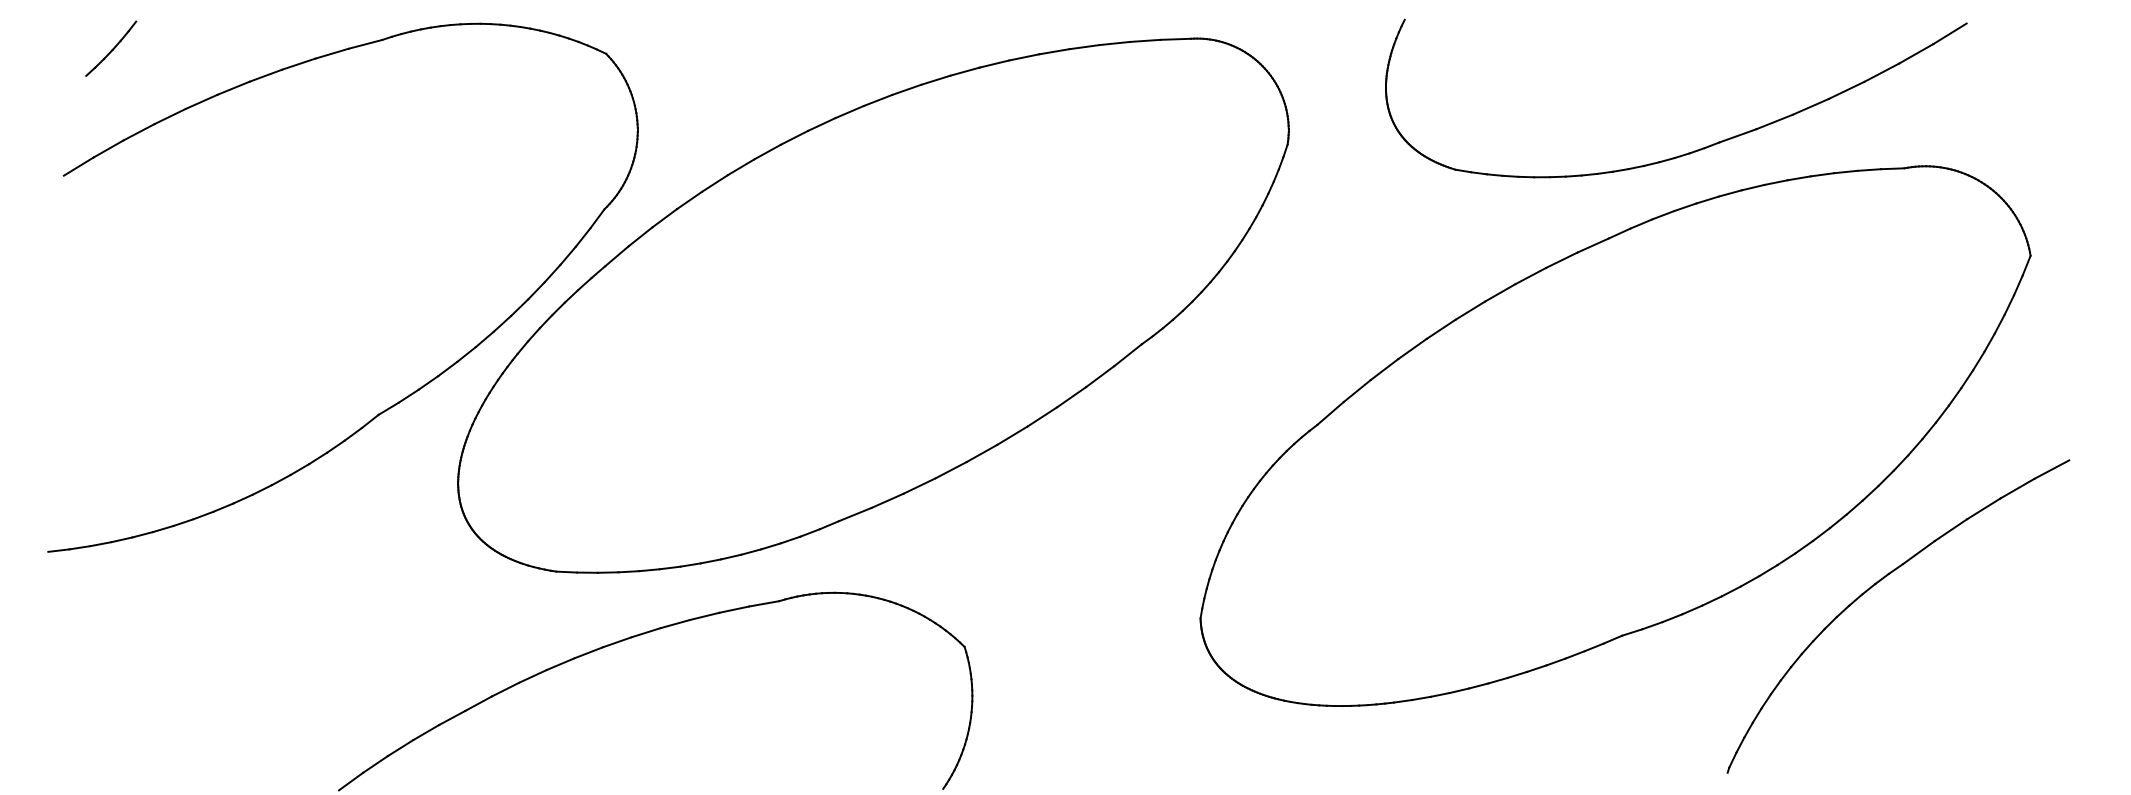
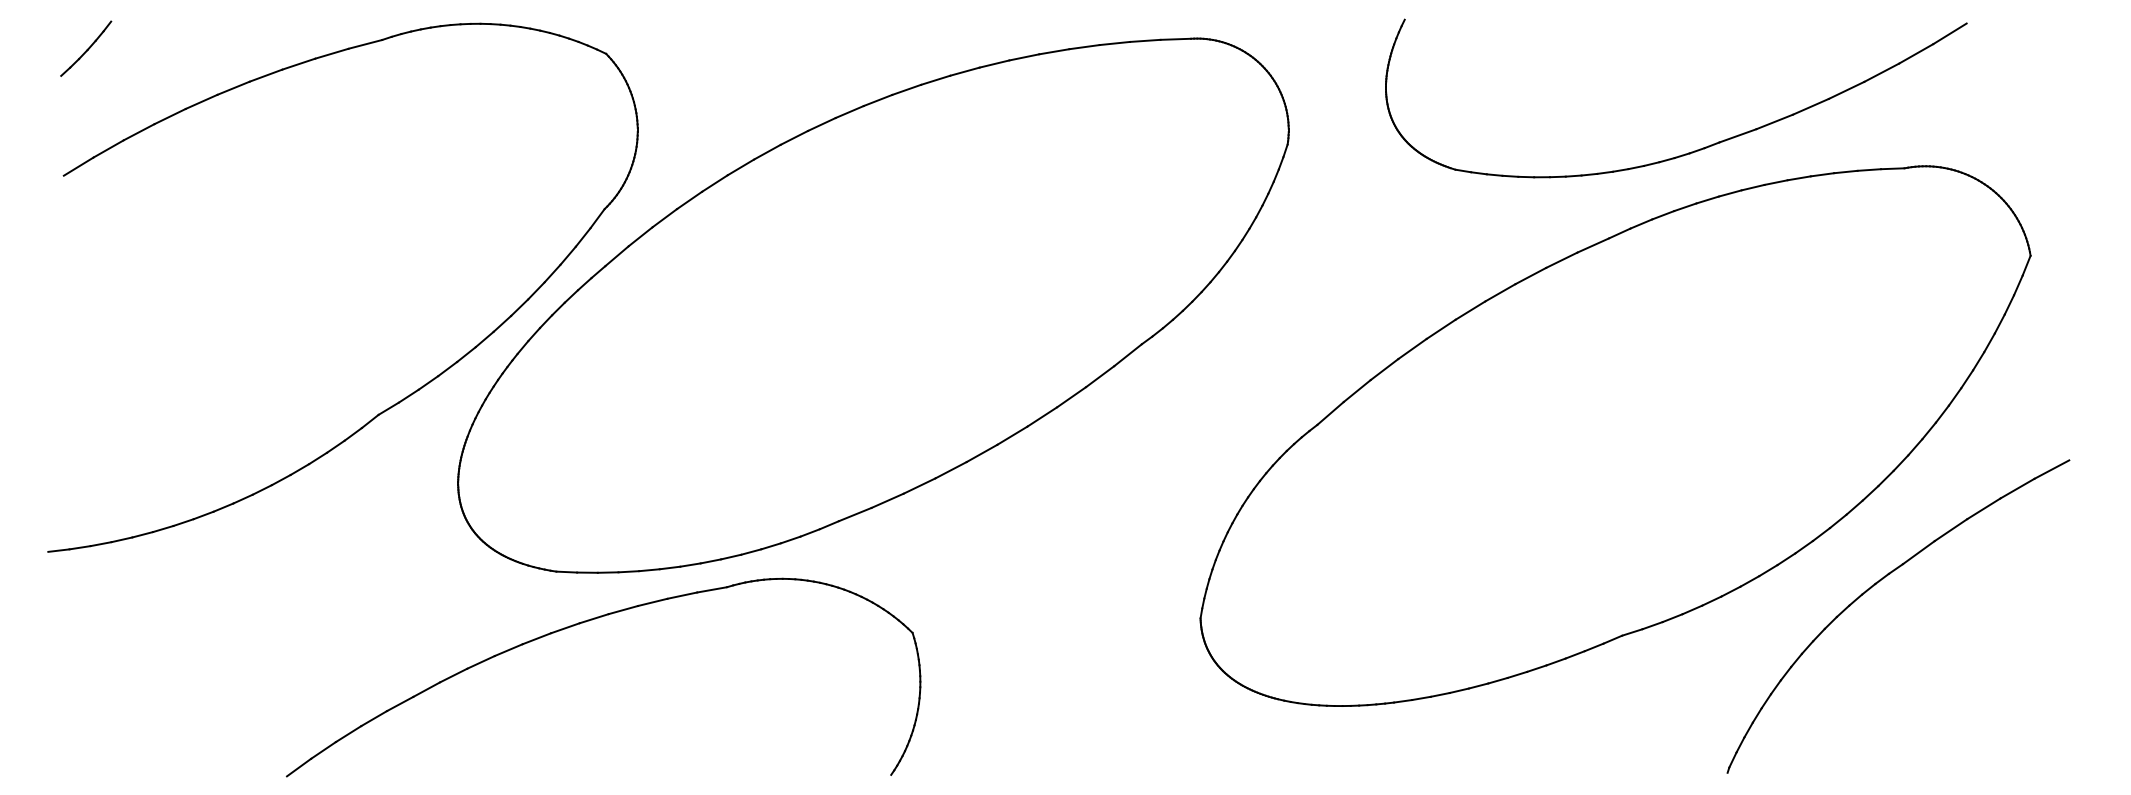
part at (111, 48) position: (111, 48) -> (86, 48)
part at (638, 636) position: (638, 636) -> (586, 622)
